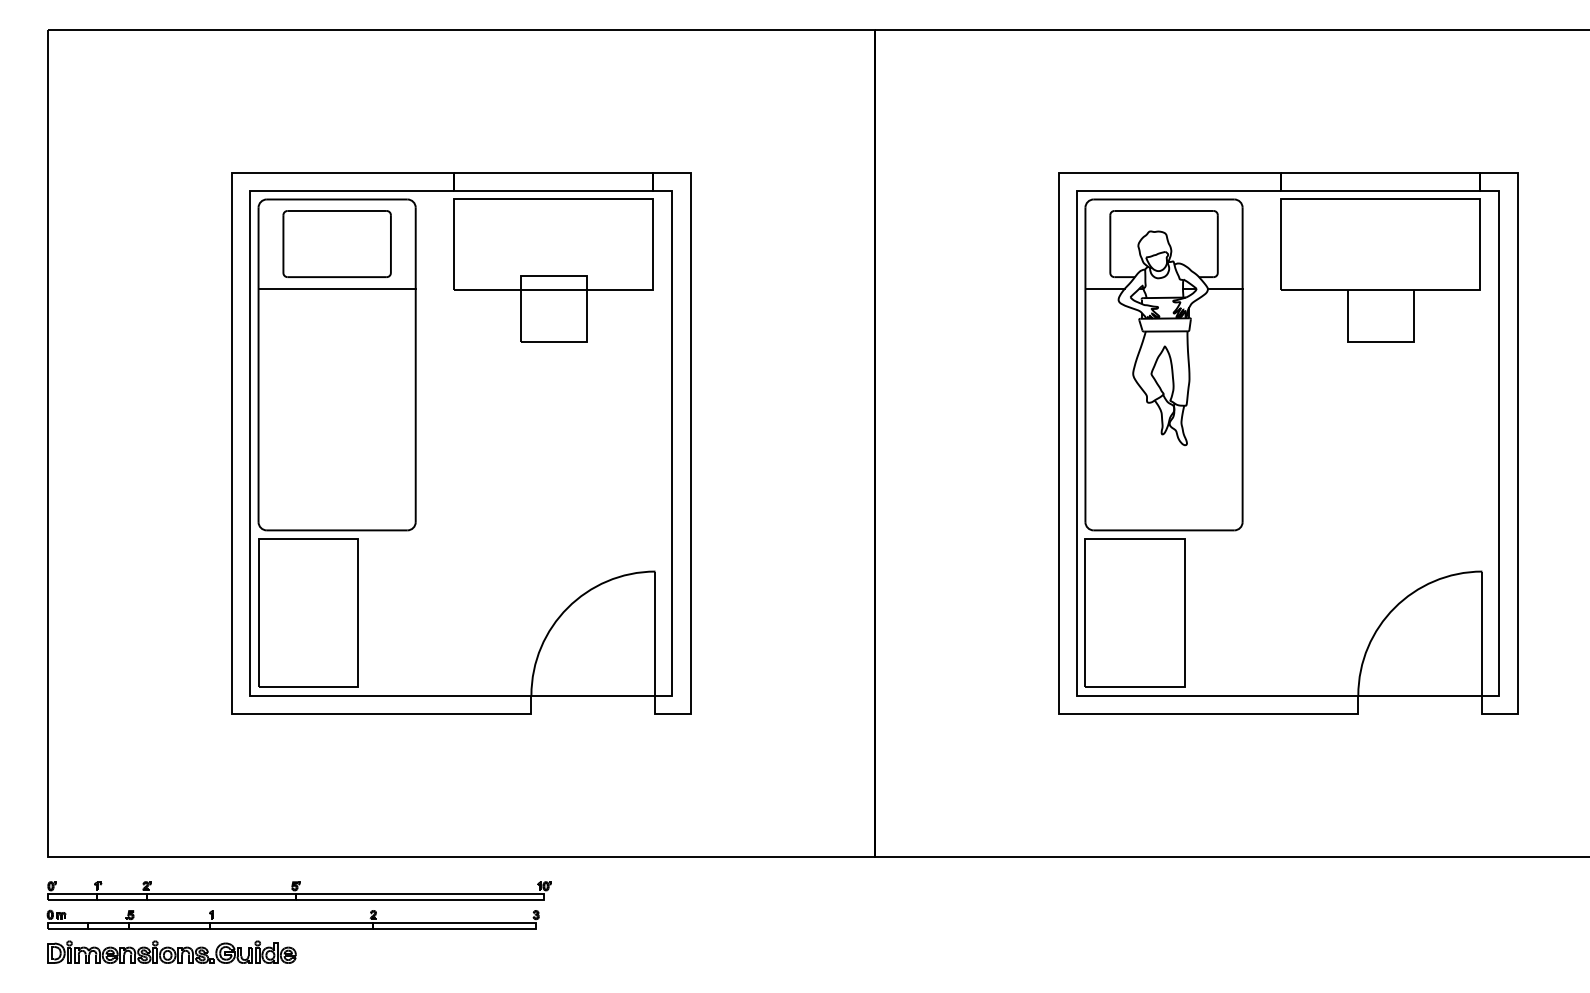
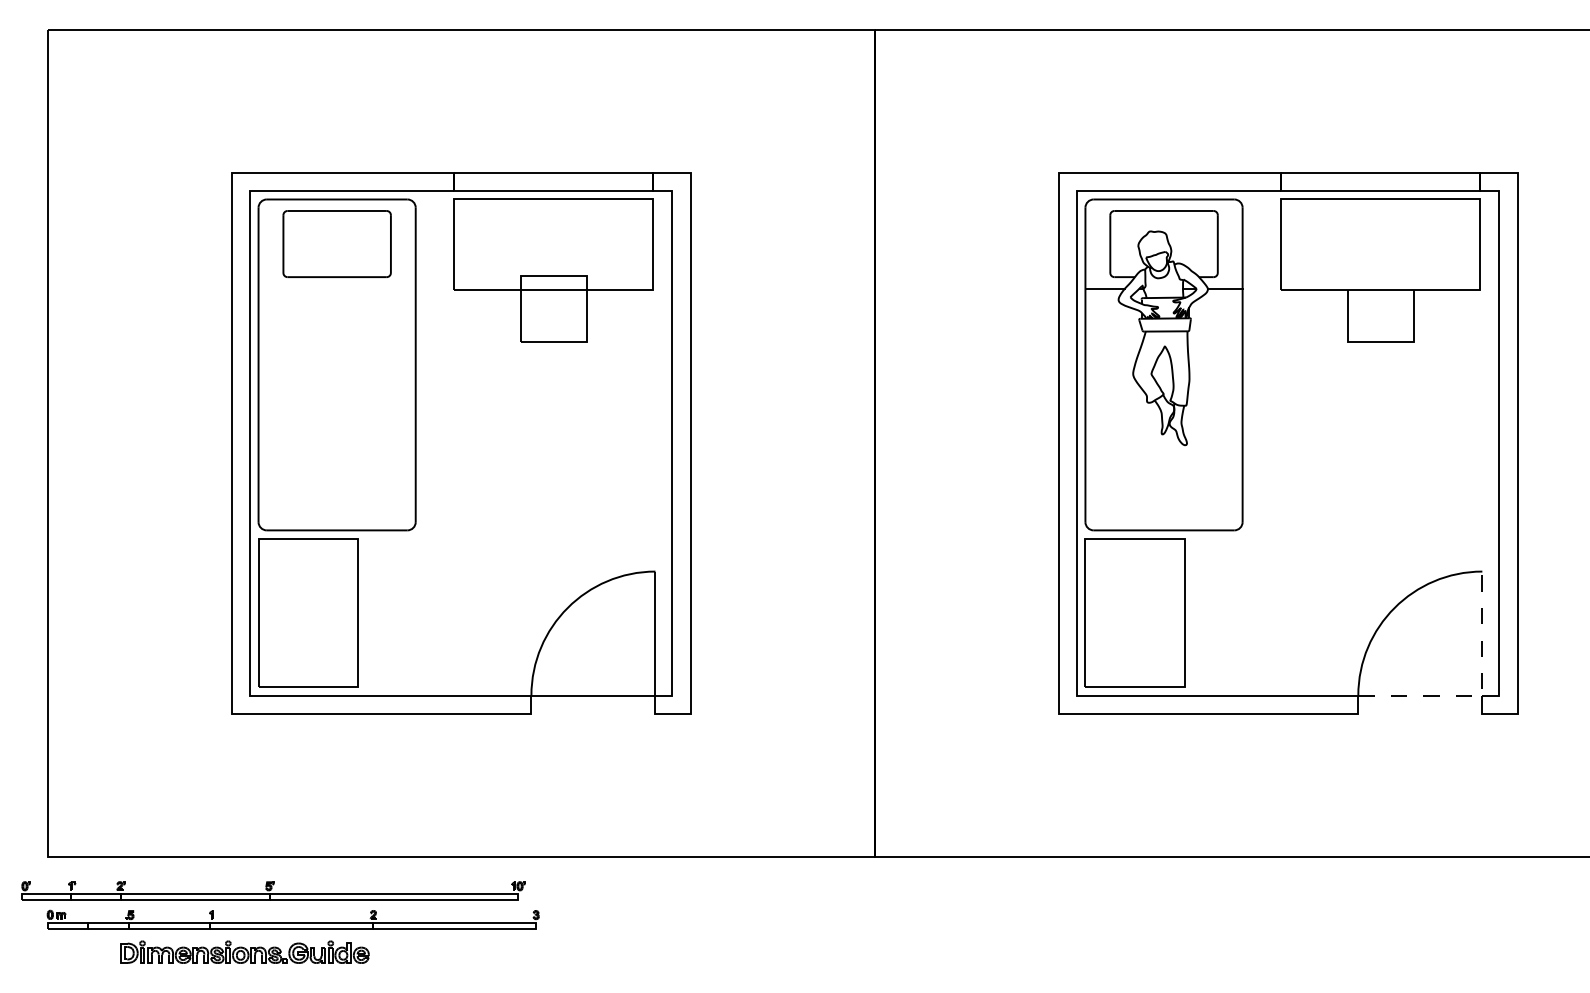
line at (336, 288): present -> none
line at (1482, 695): solid -> dashed
part at (299, 890) position: (299, 890) -> (273, 890)
part at (171, 951) position: (171, 951) -> (244, 951)
